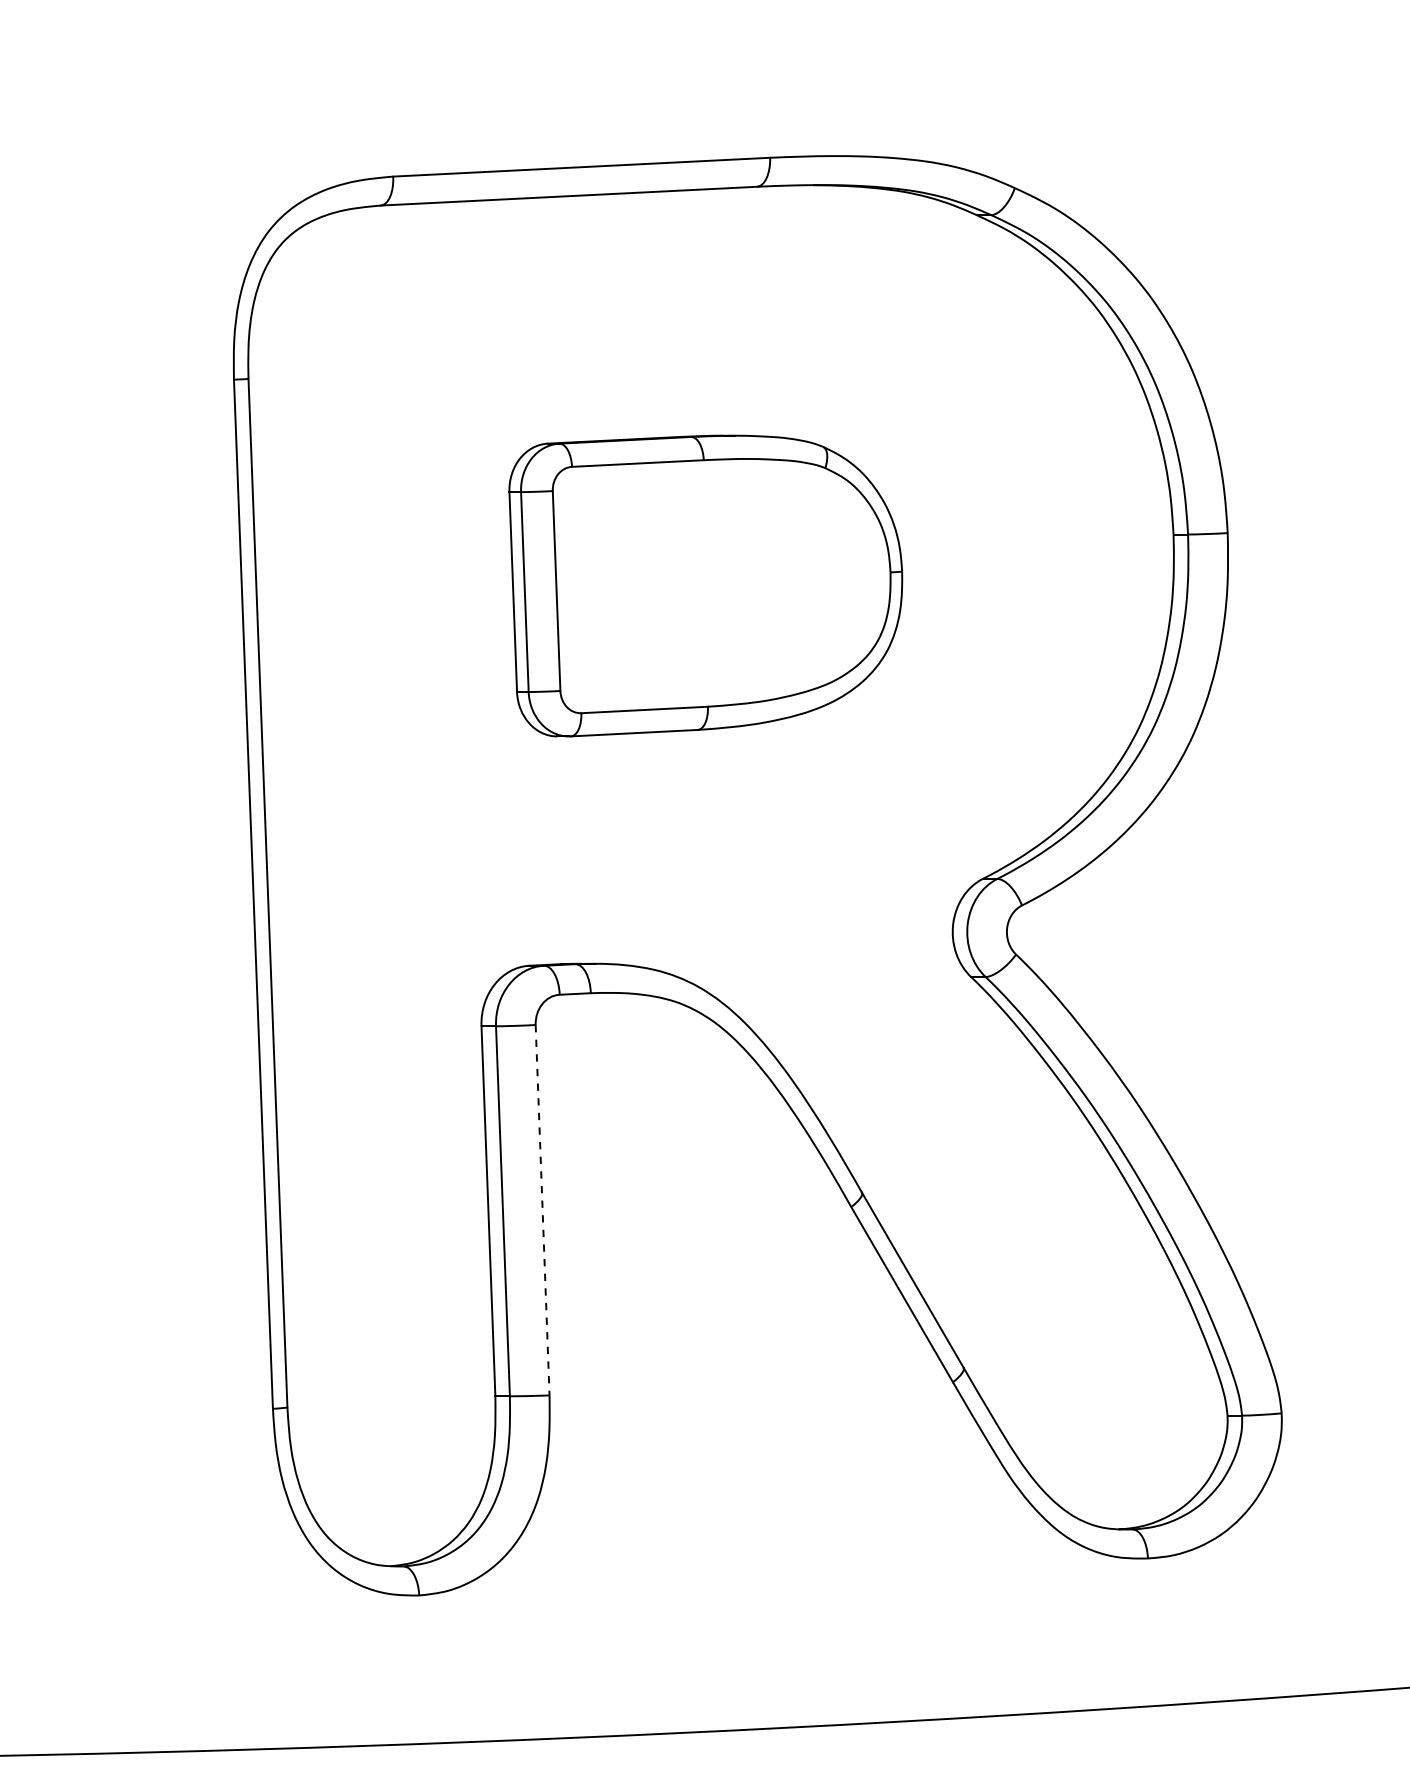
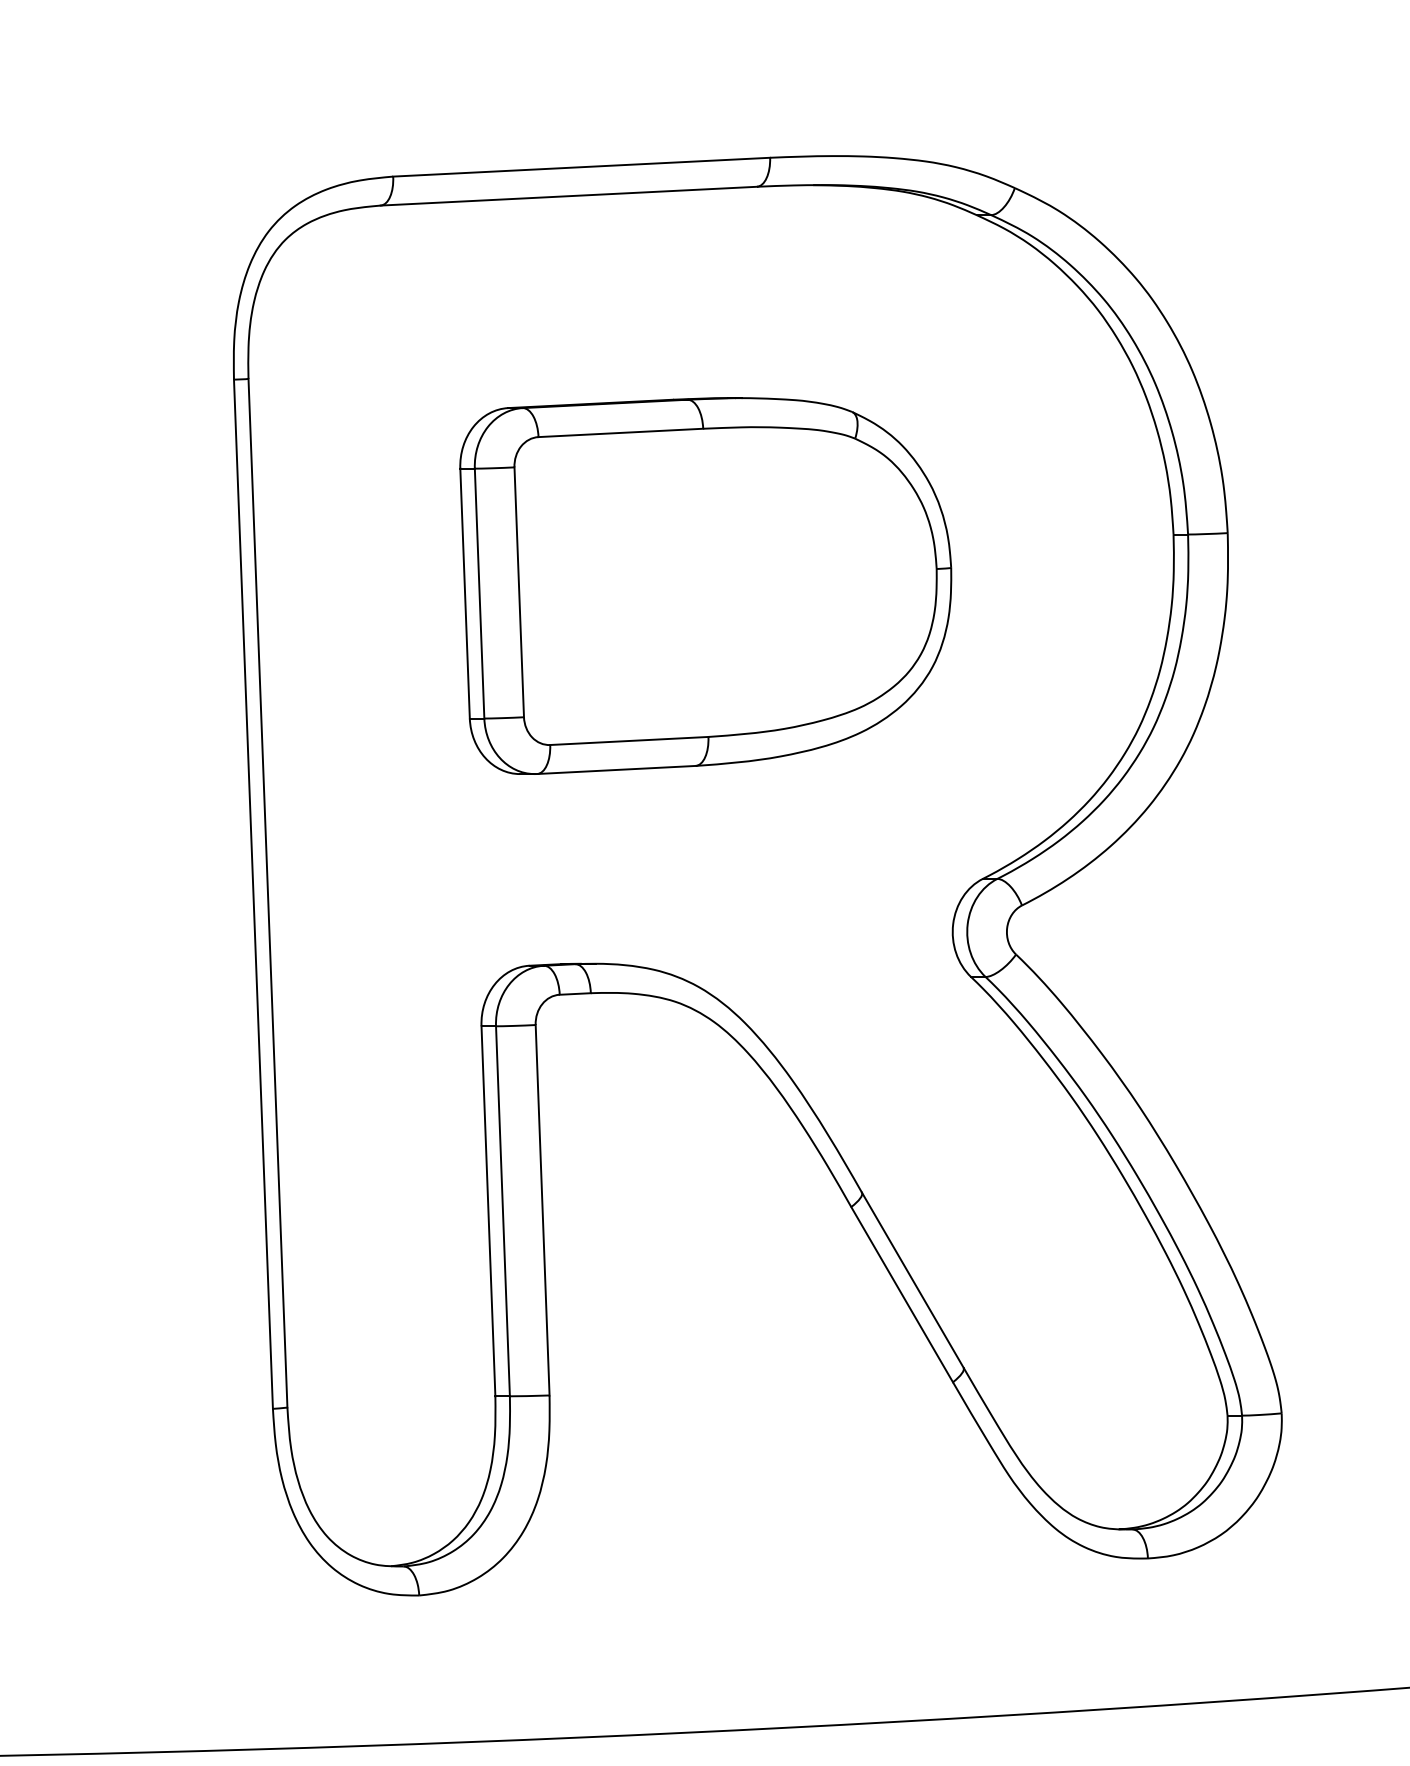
part at (705, 585) size: 396x304 px -> 494x378 px
line at (542, 1210): dashed -> solid
